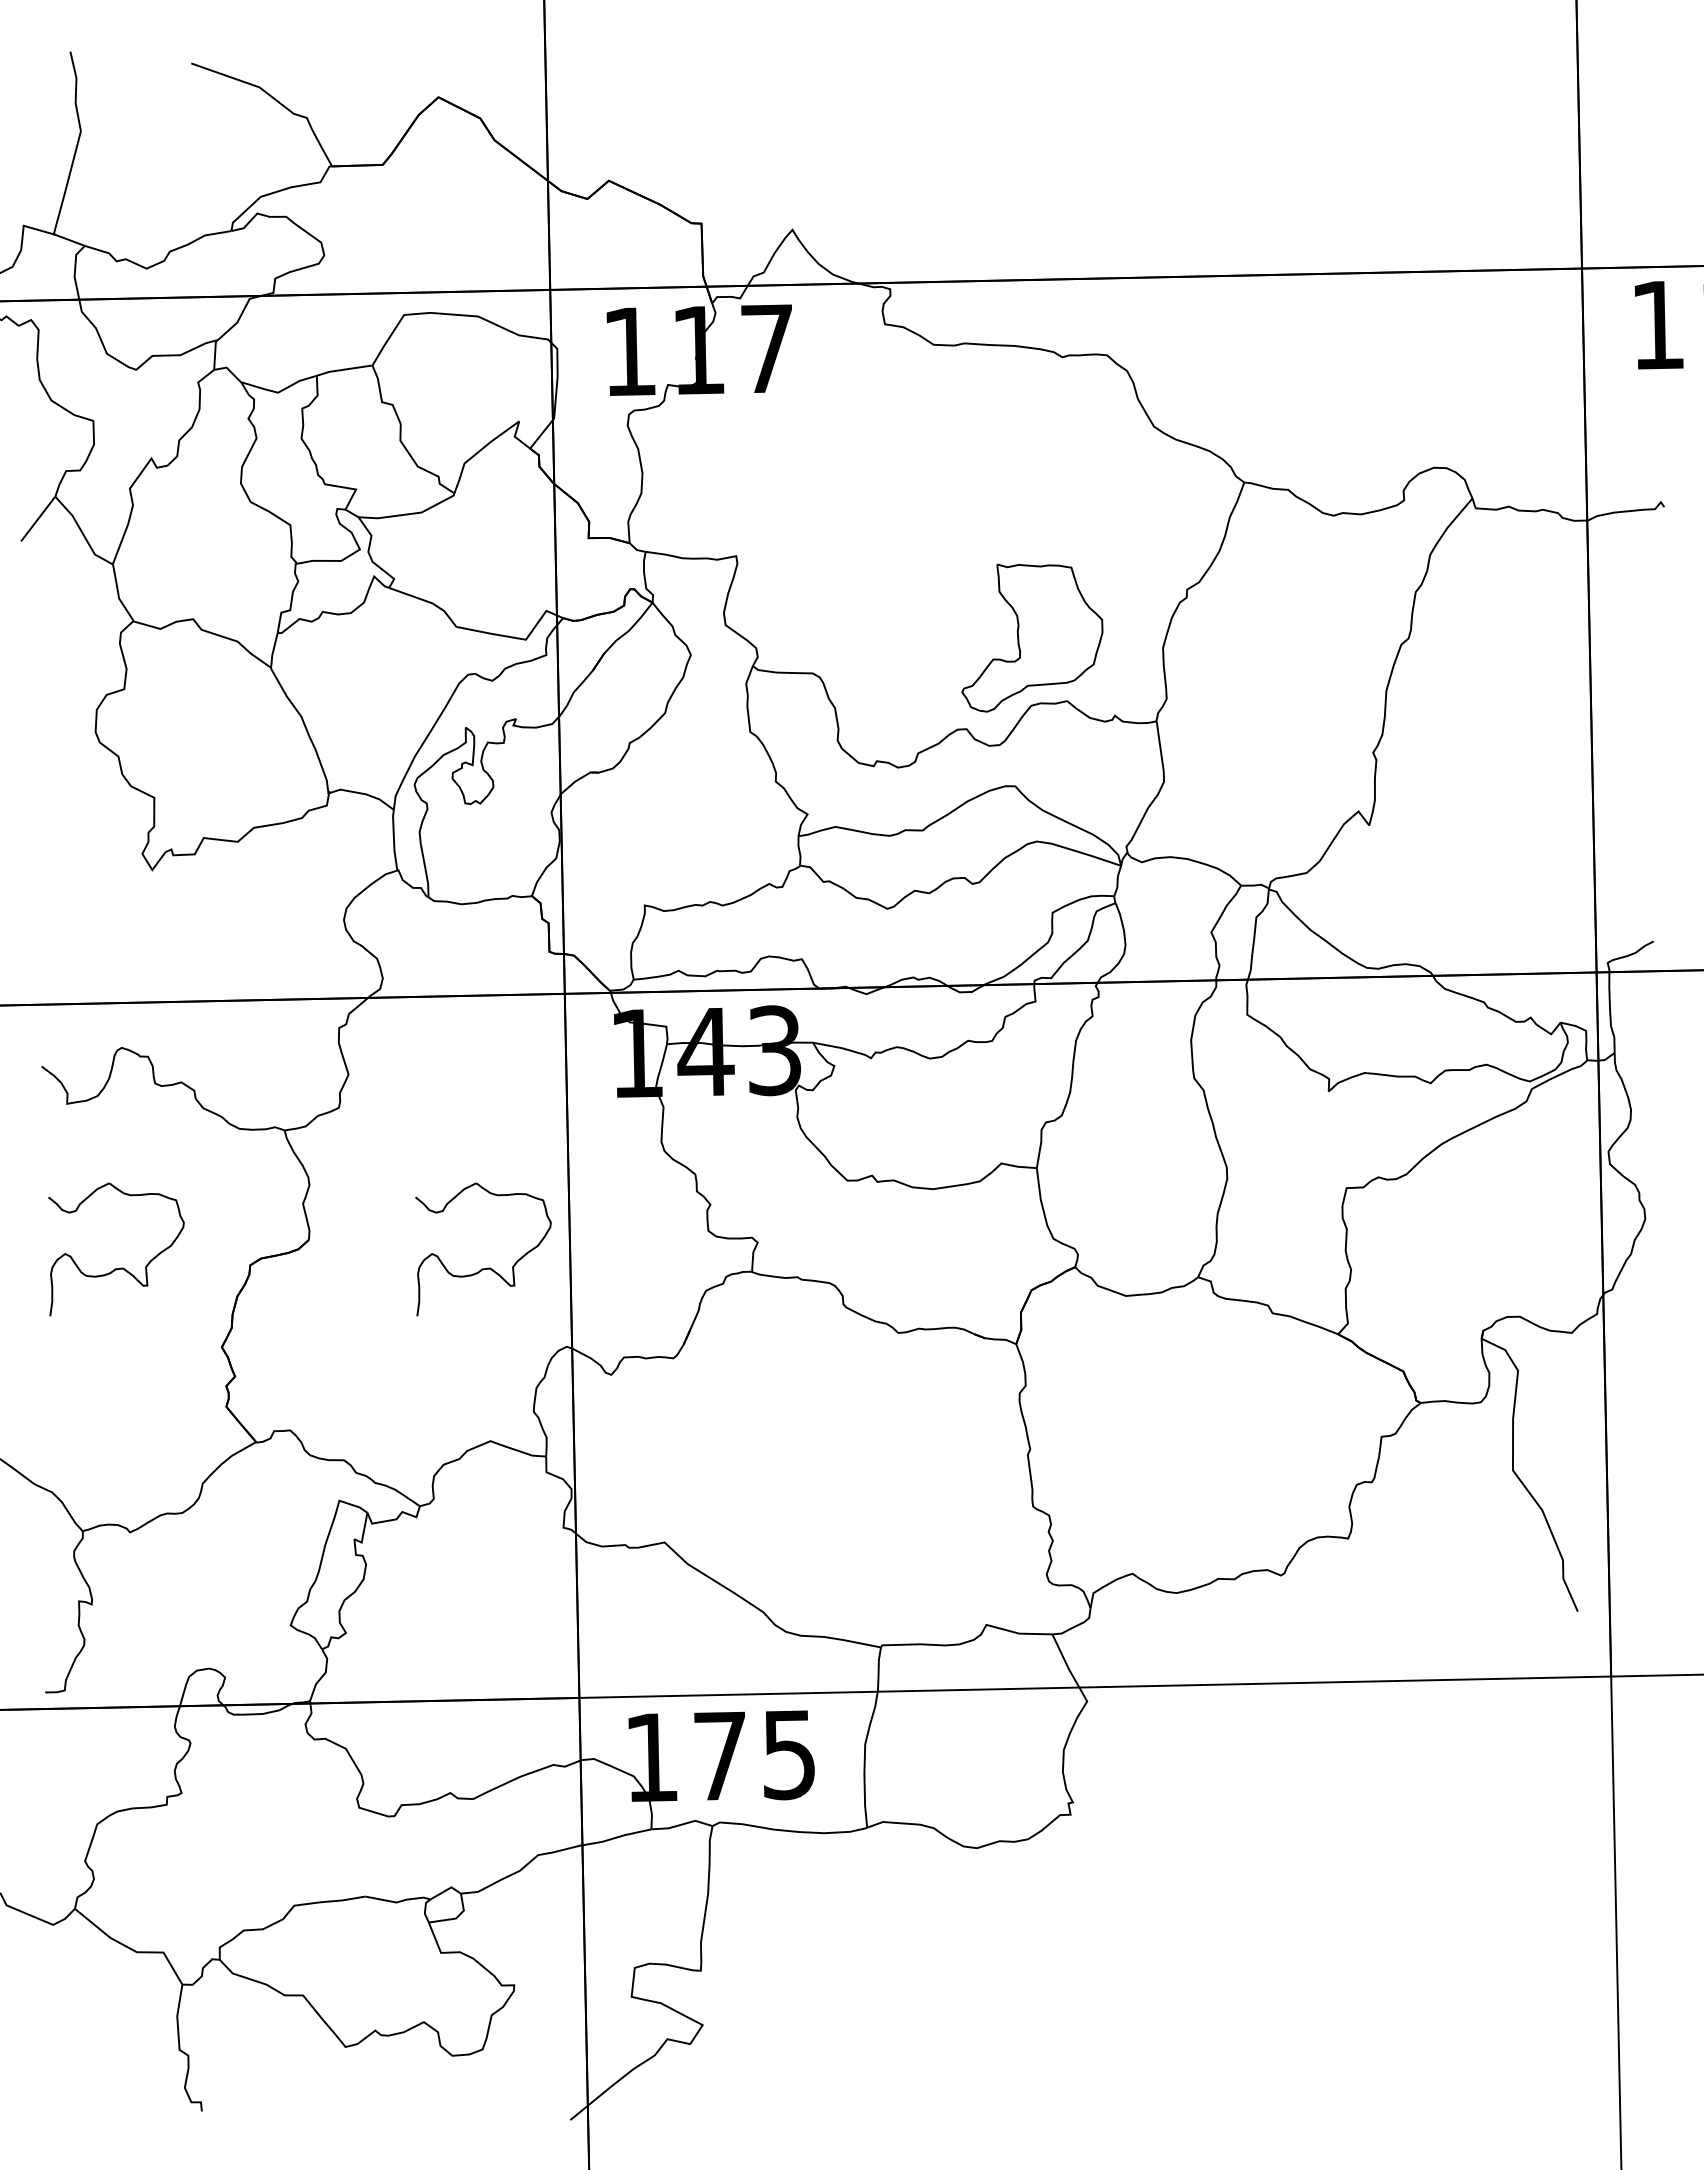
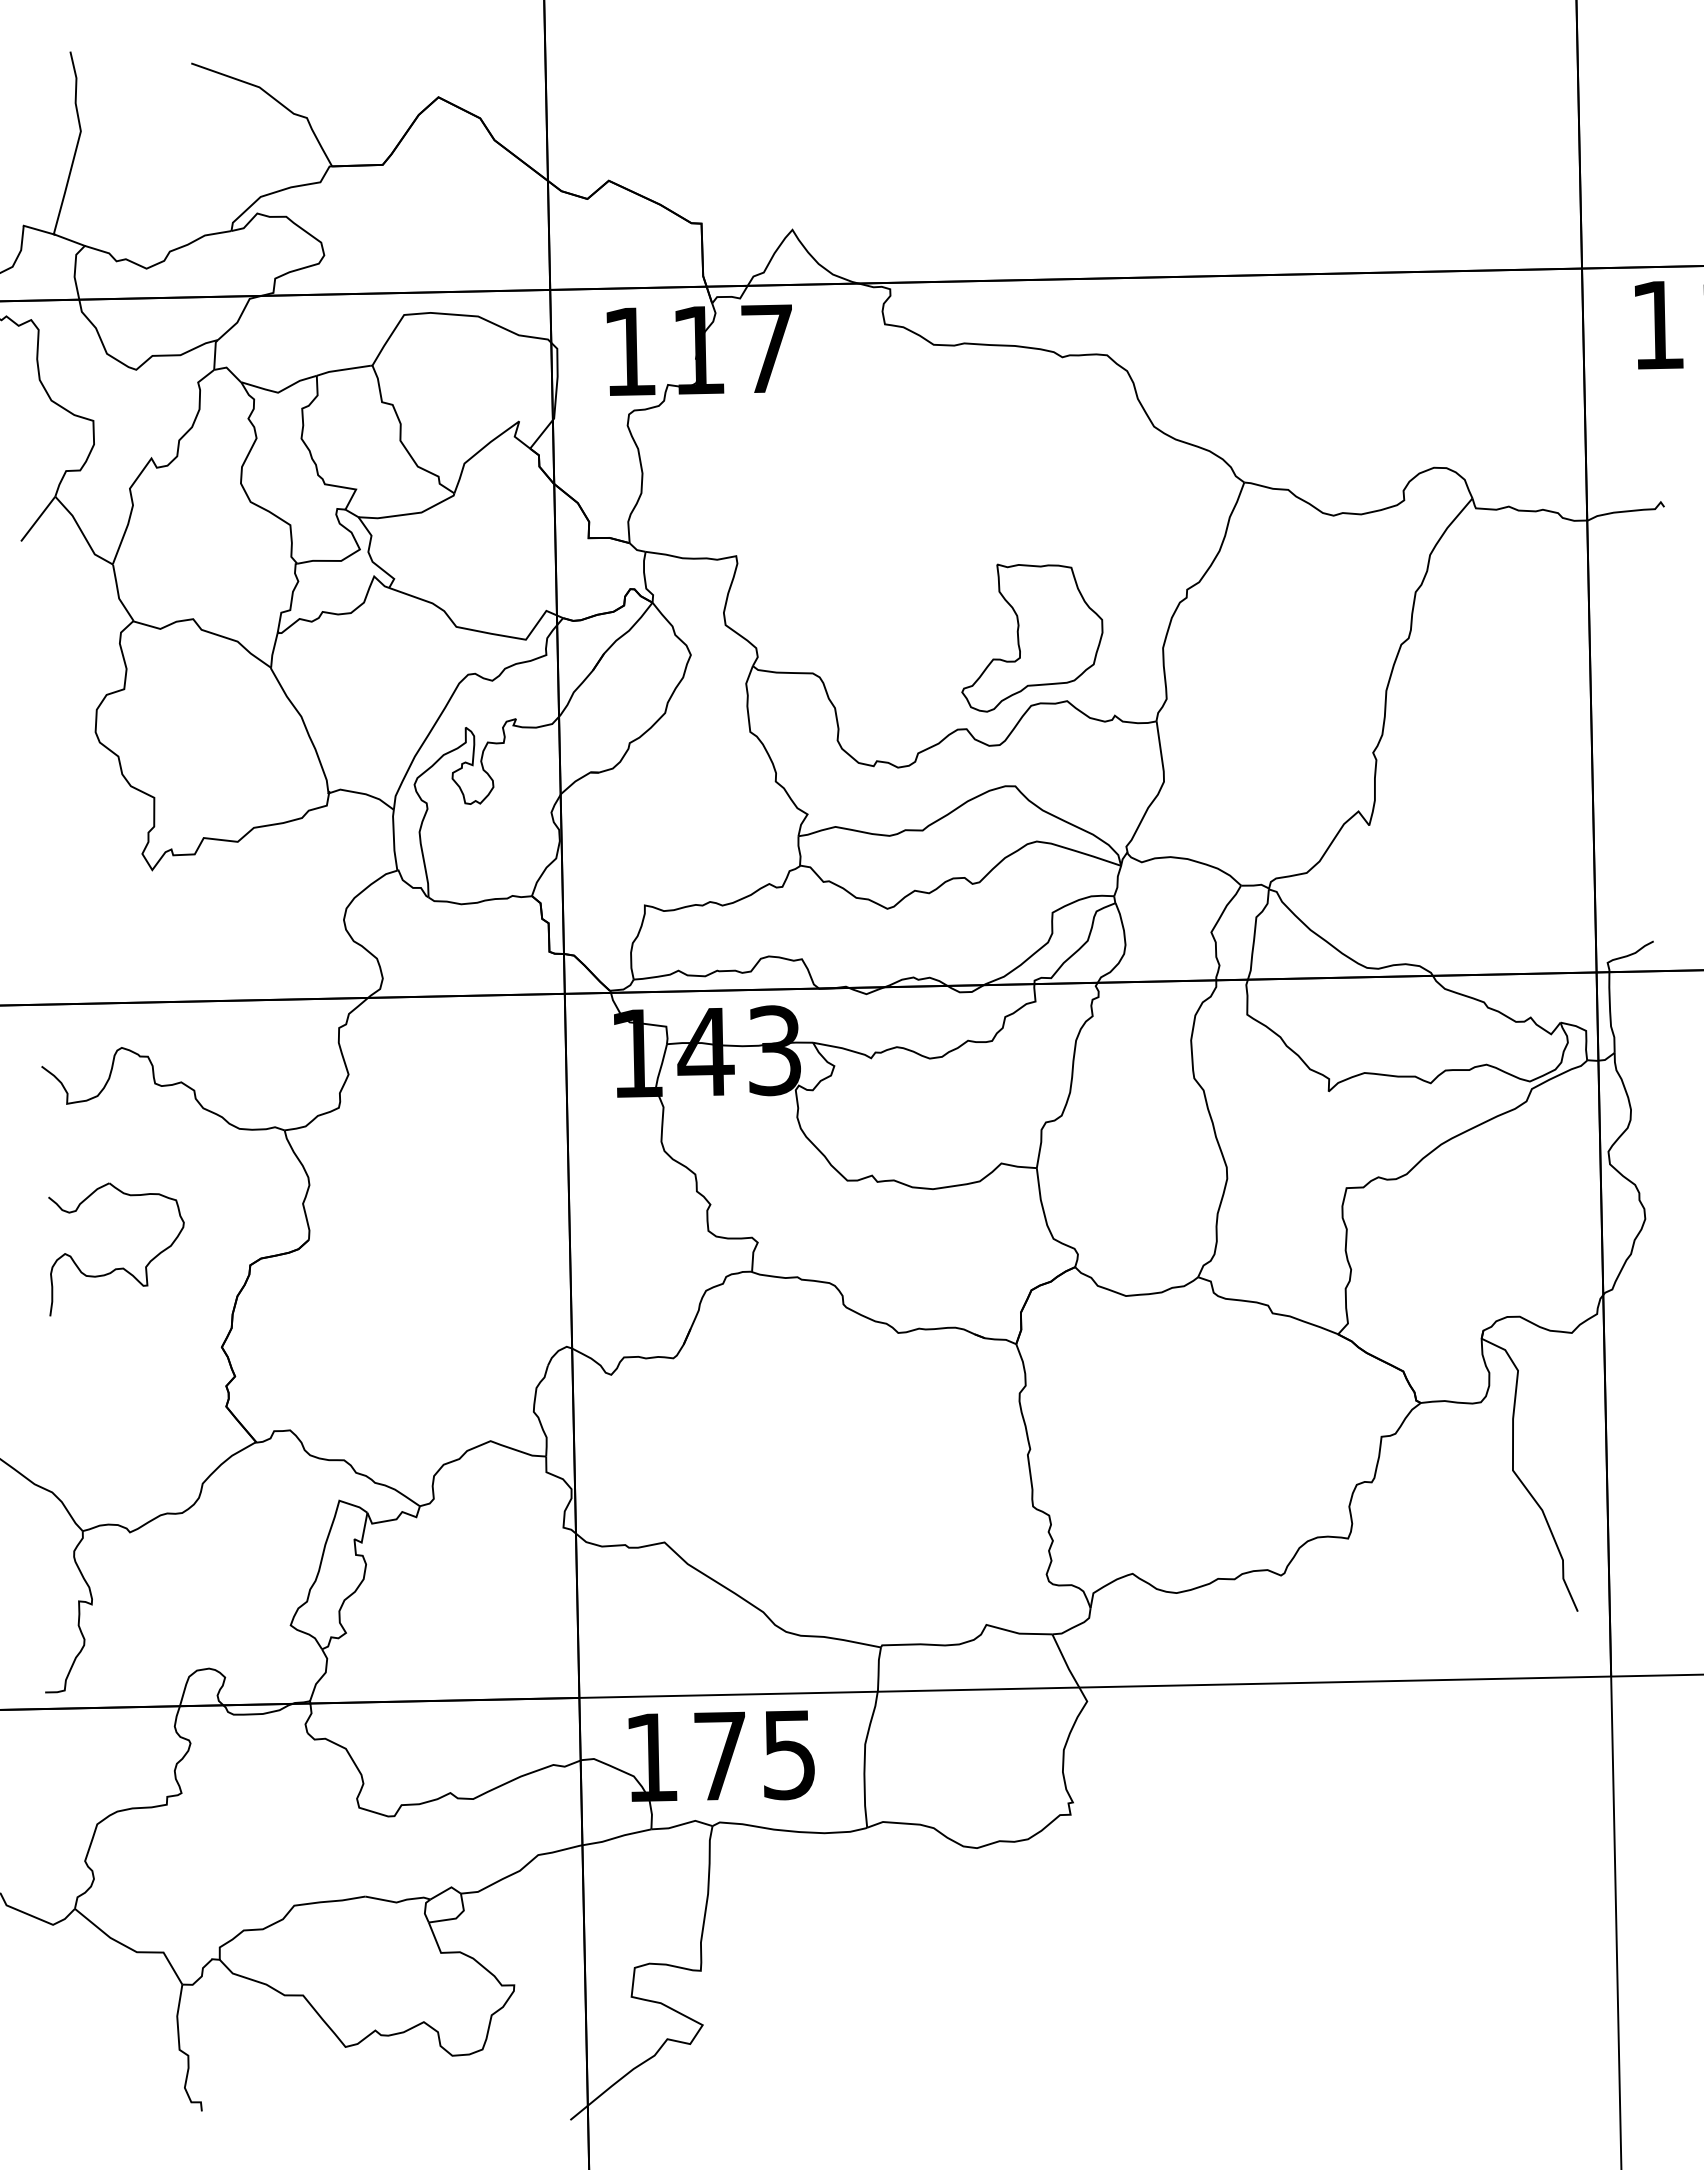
part at (487, 1267): present -> none
